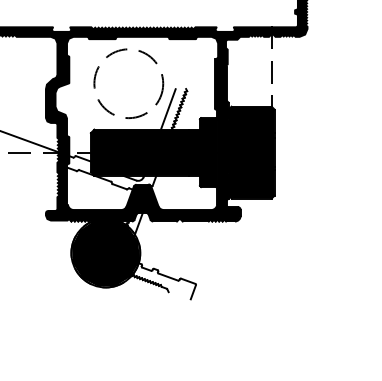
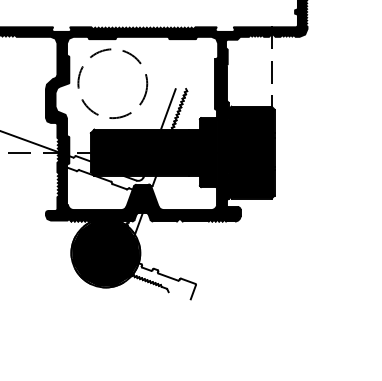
circle at (128, 83) position: (128, 83) -> (112, 83)
